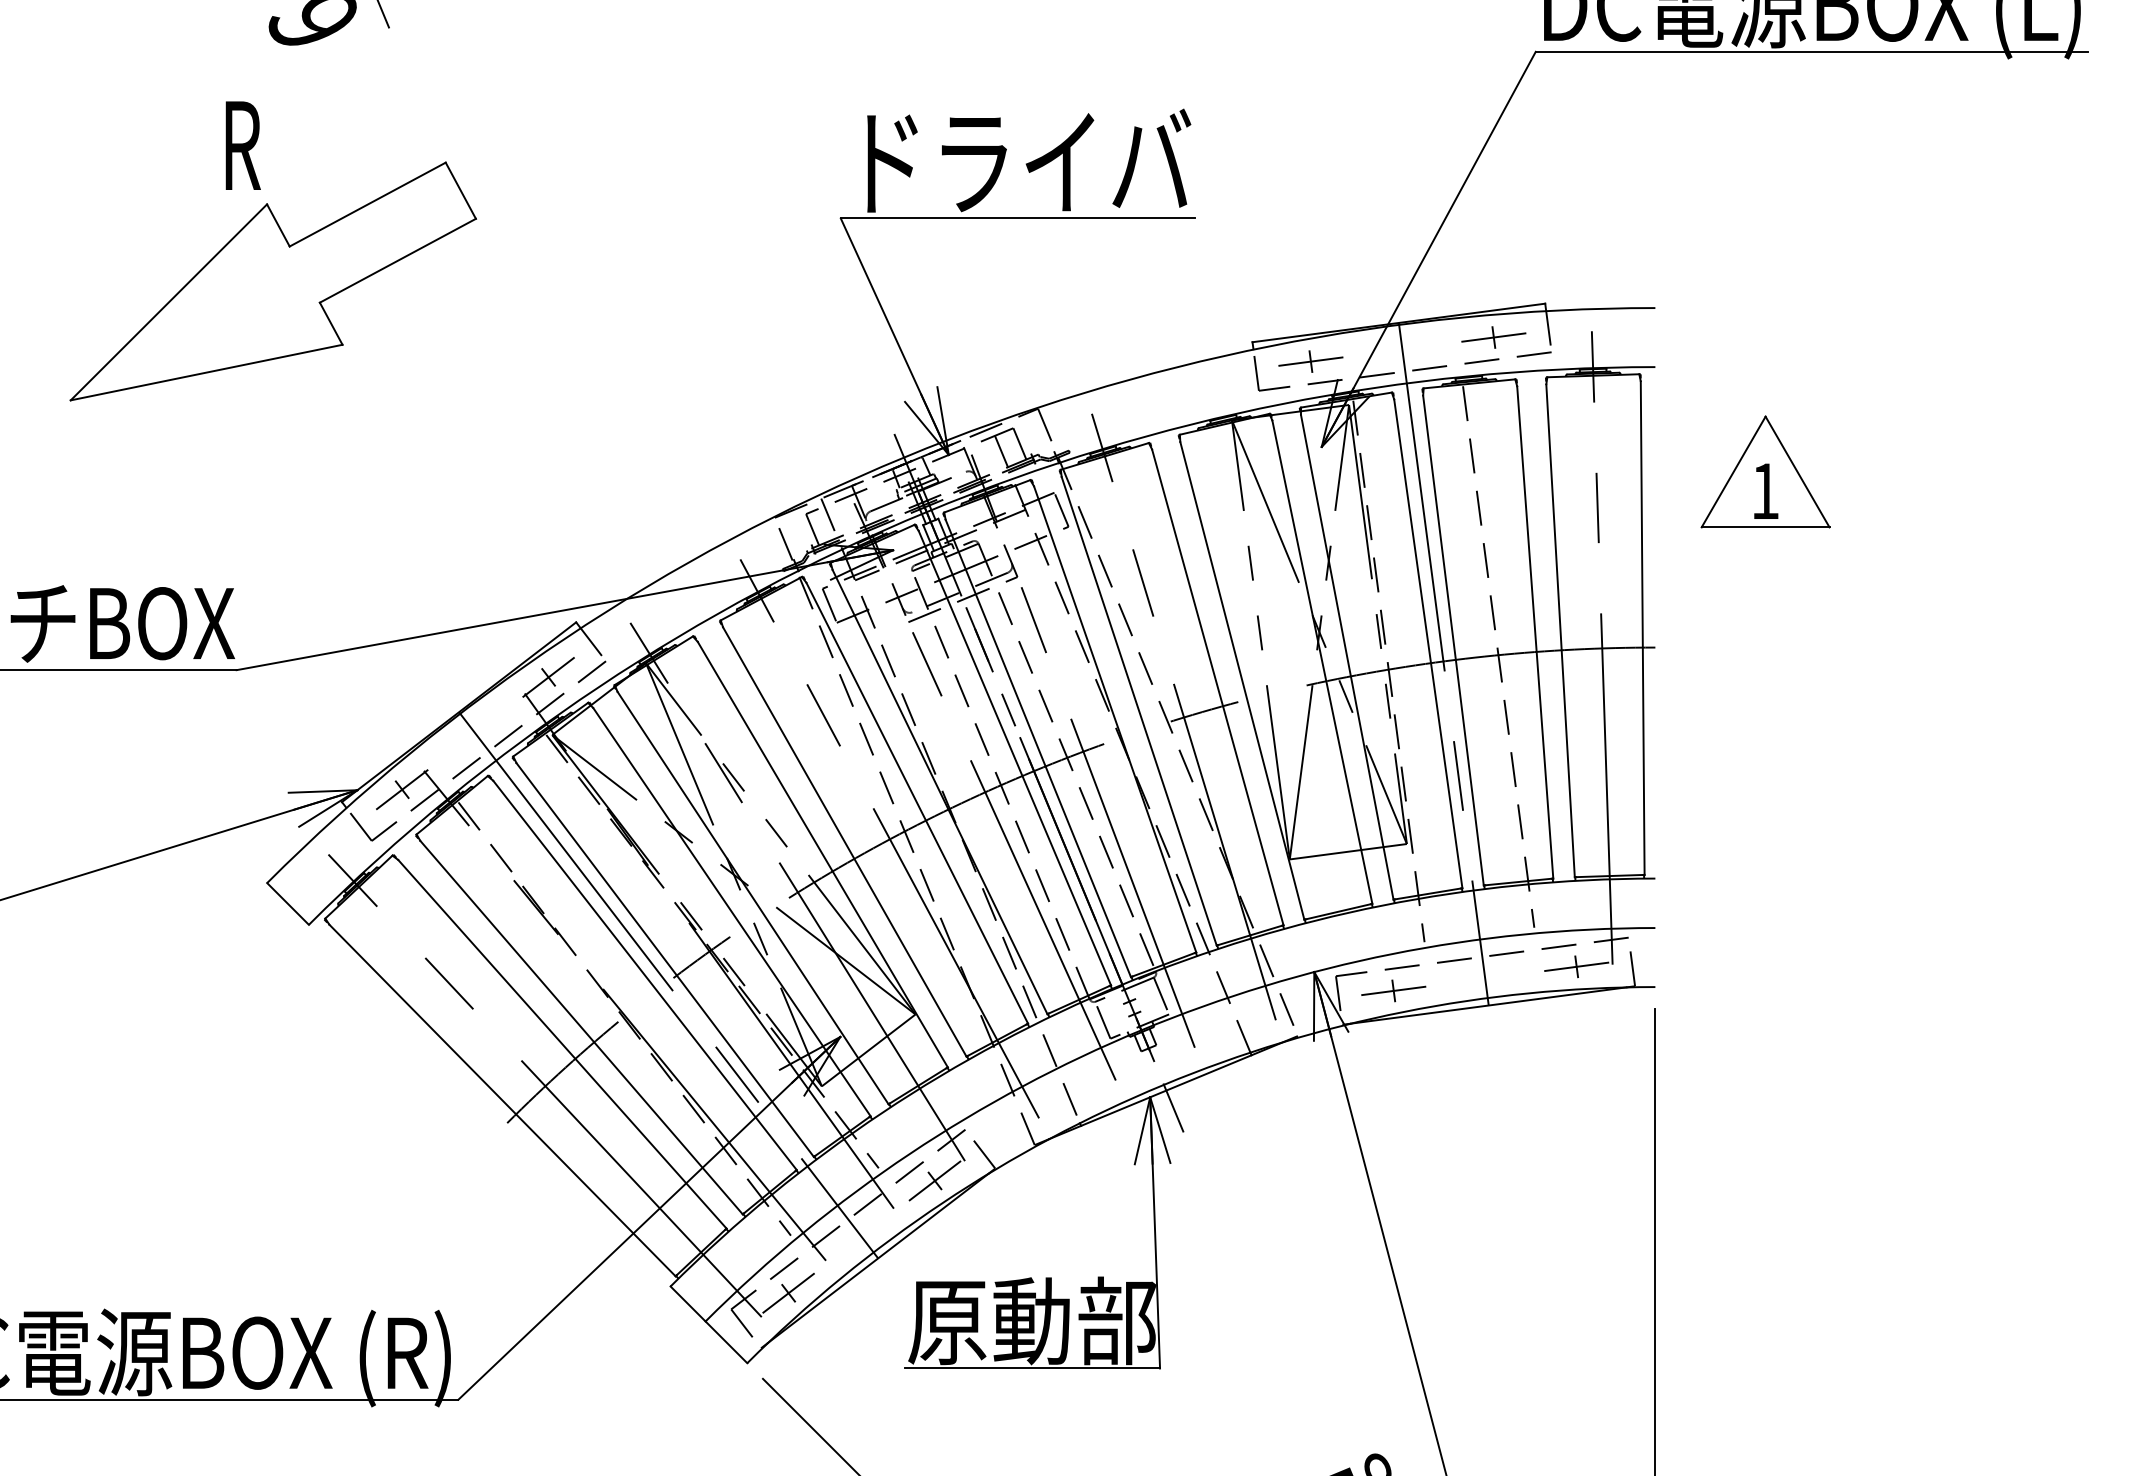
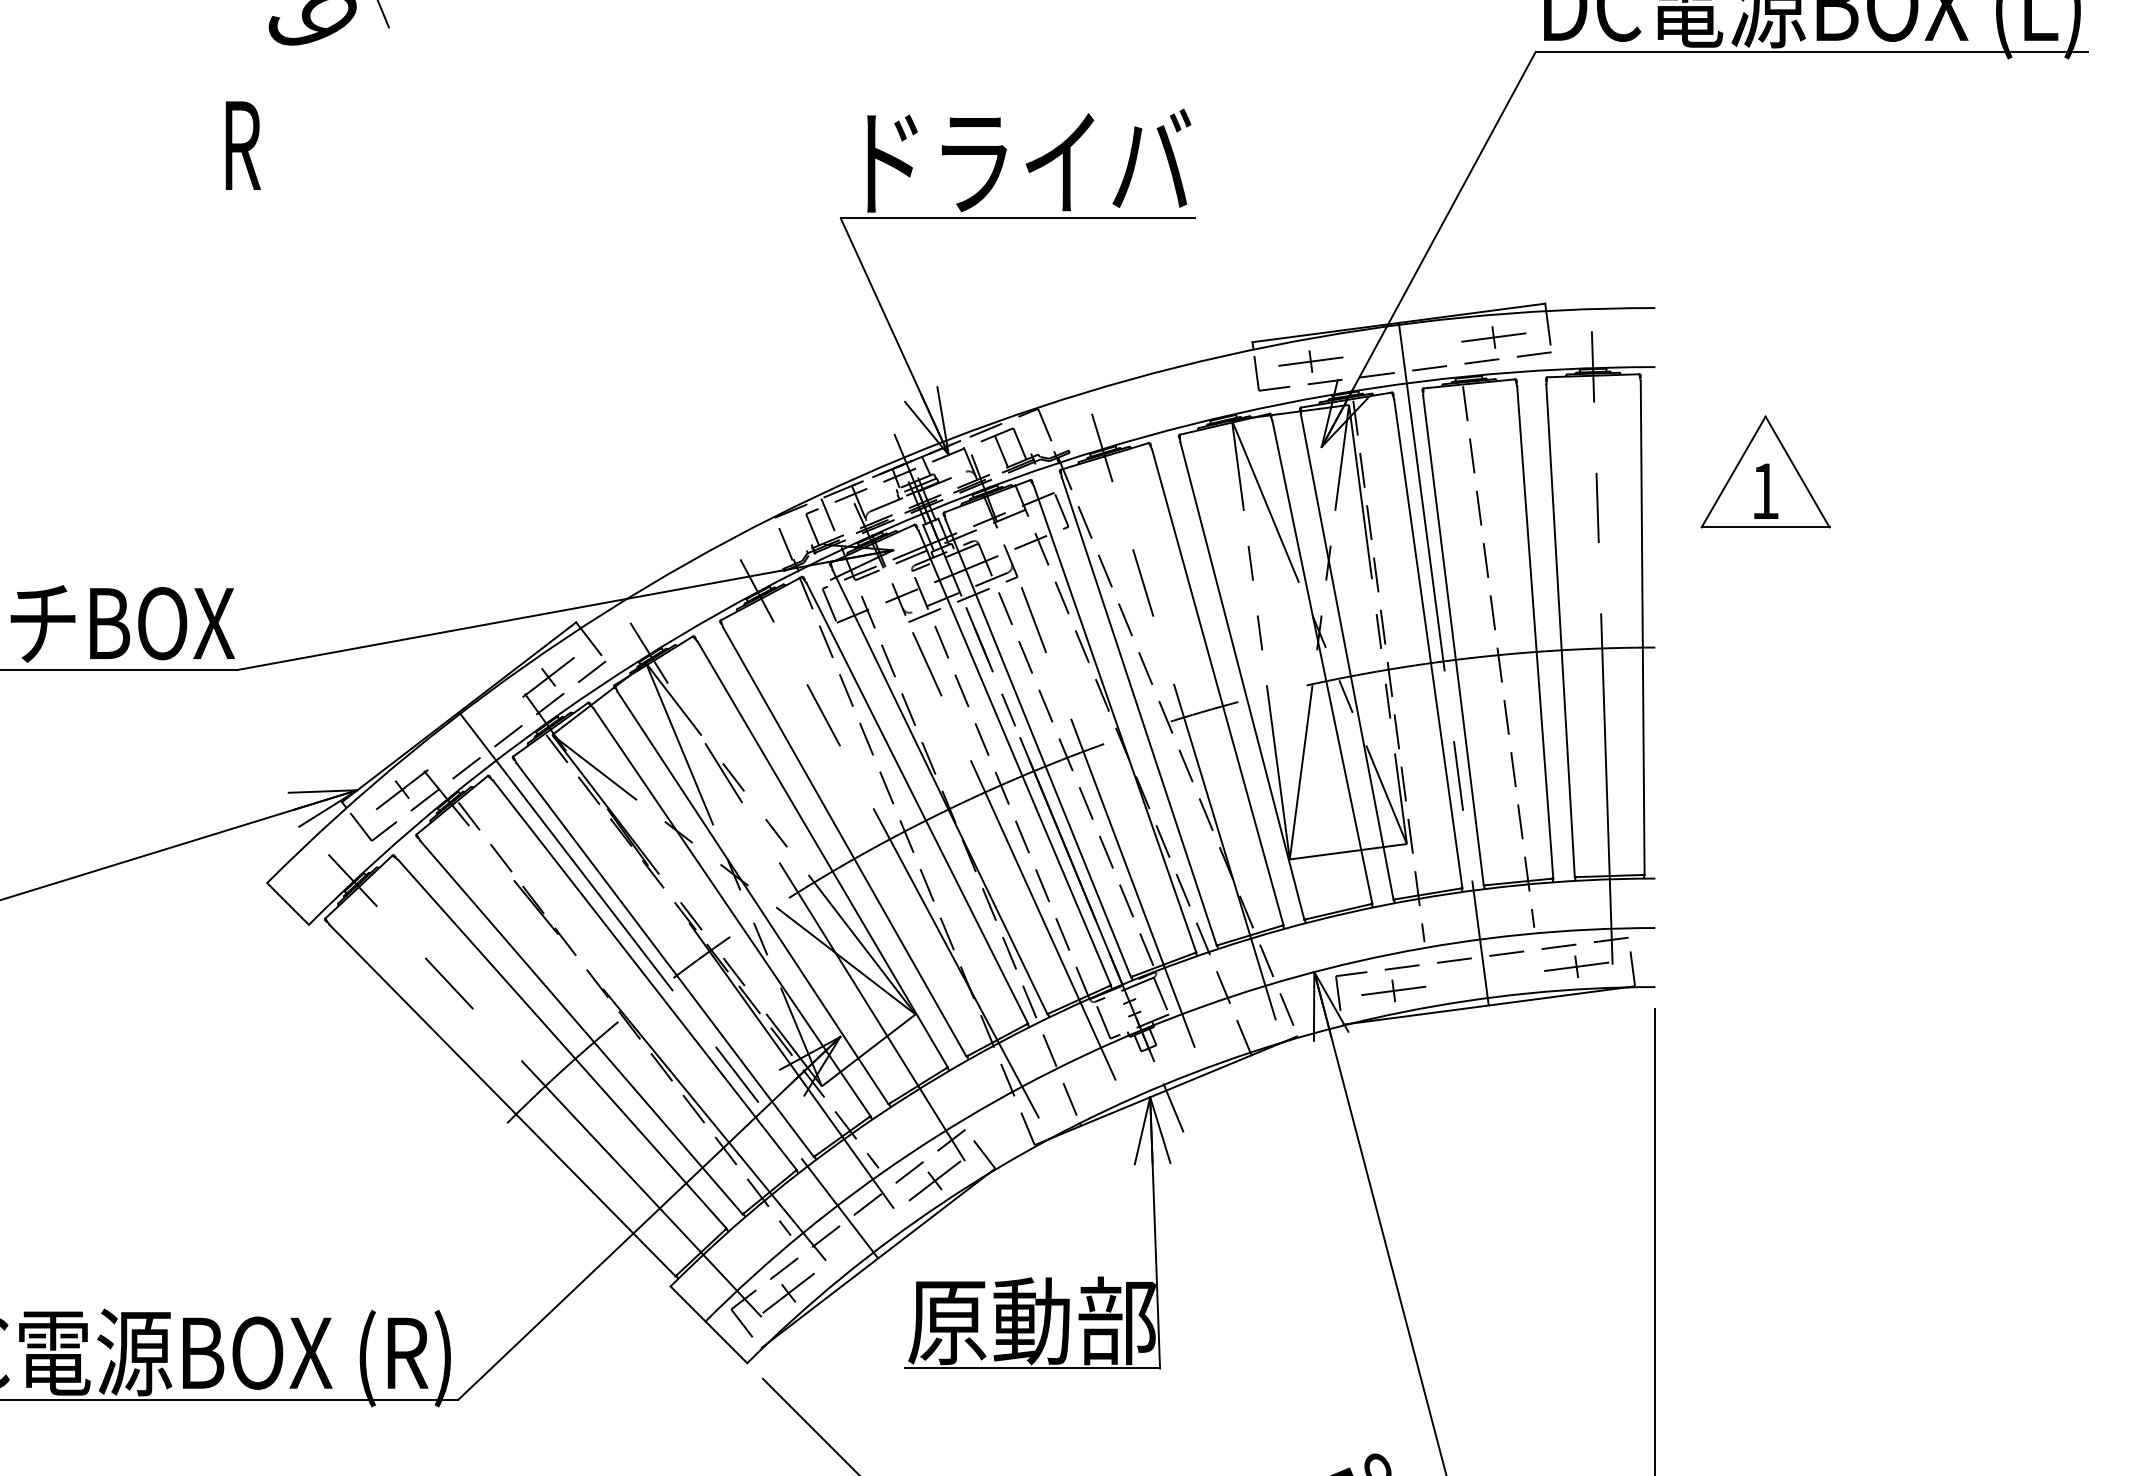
part at (272, 281): present -> none
